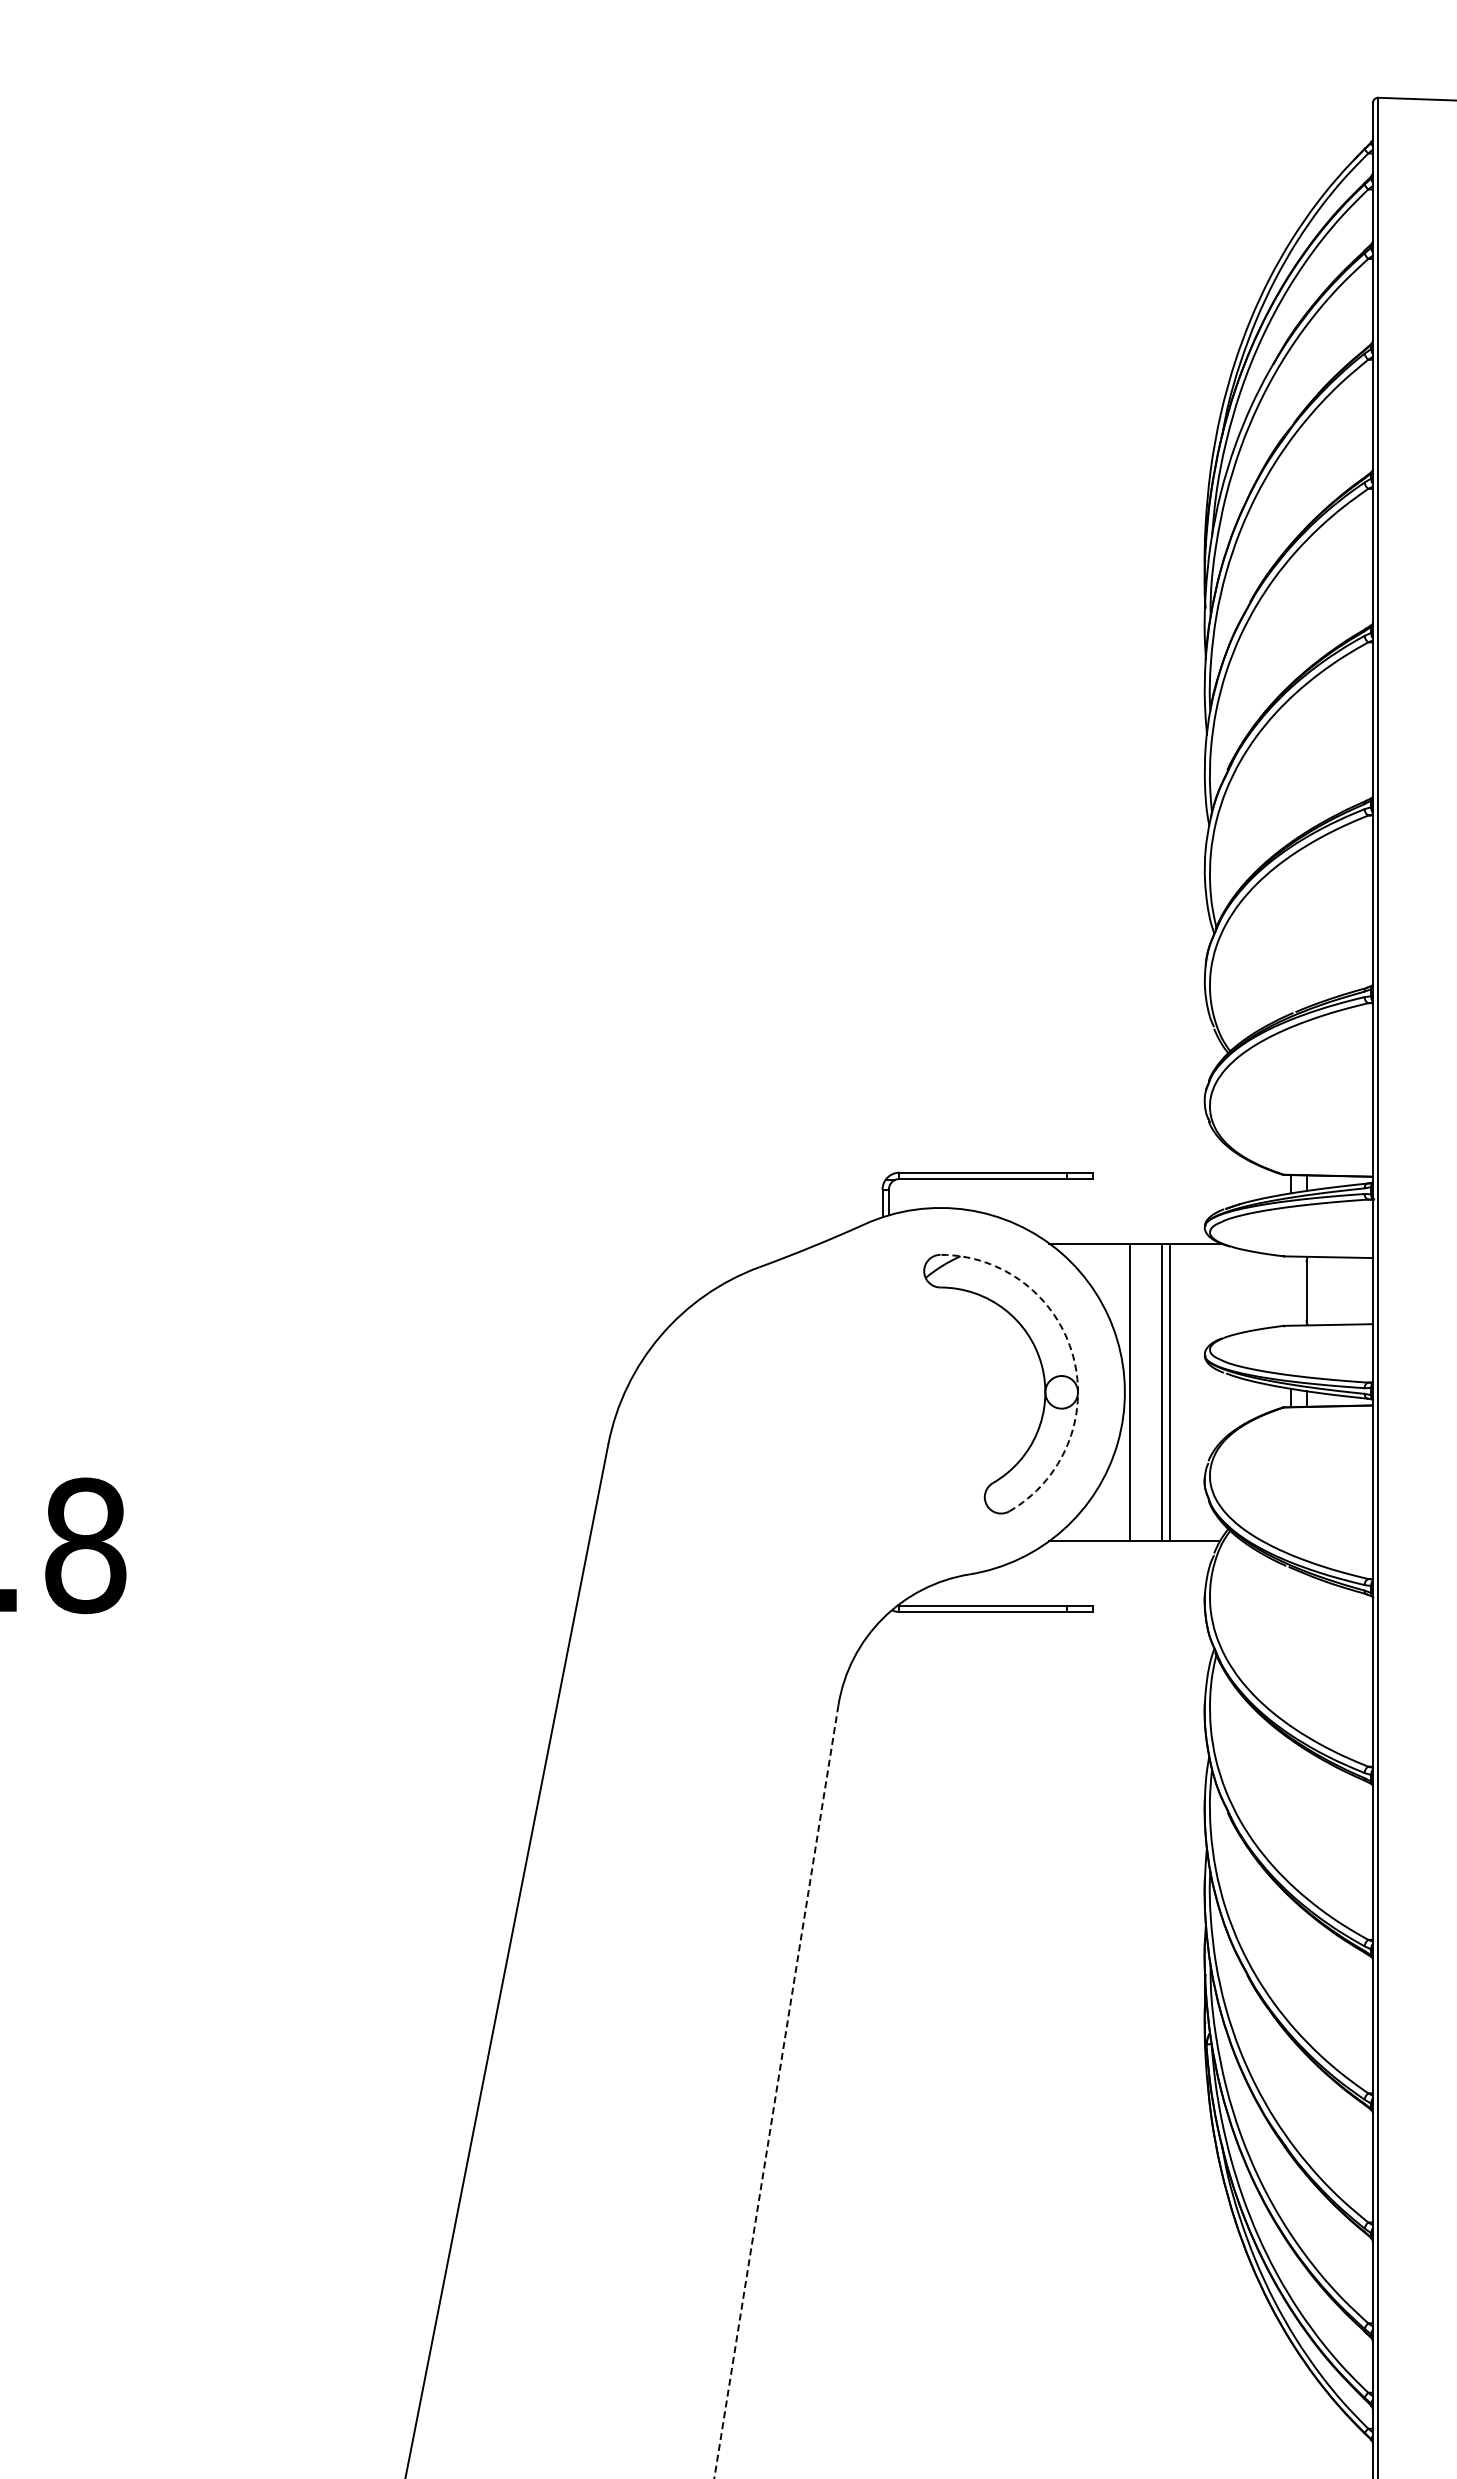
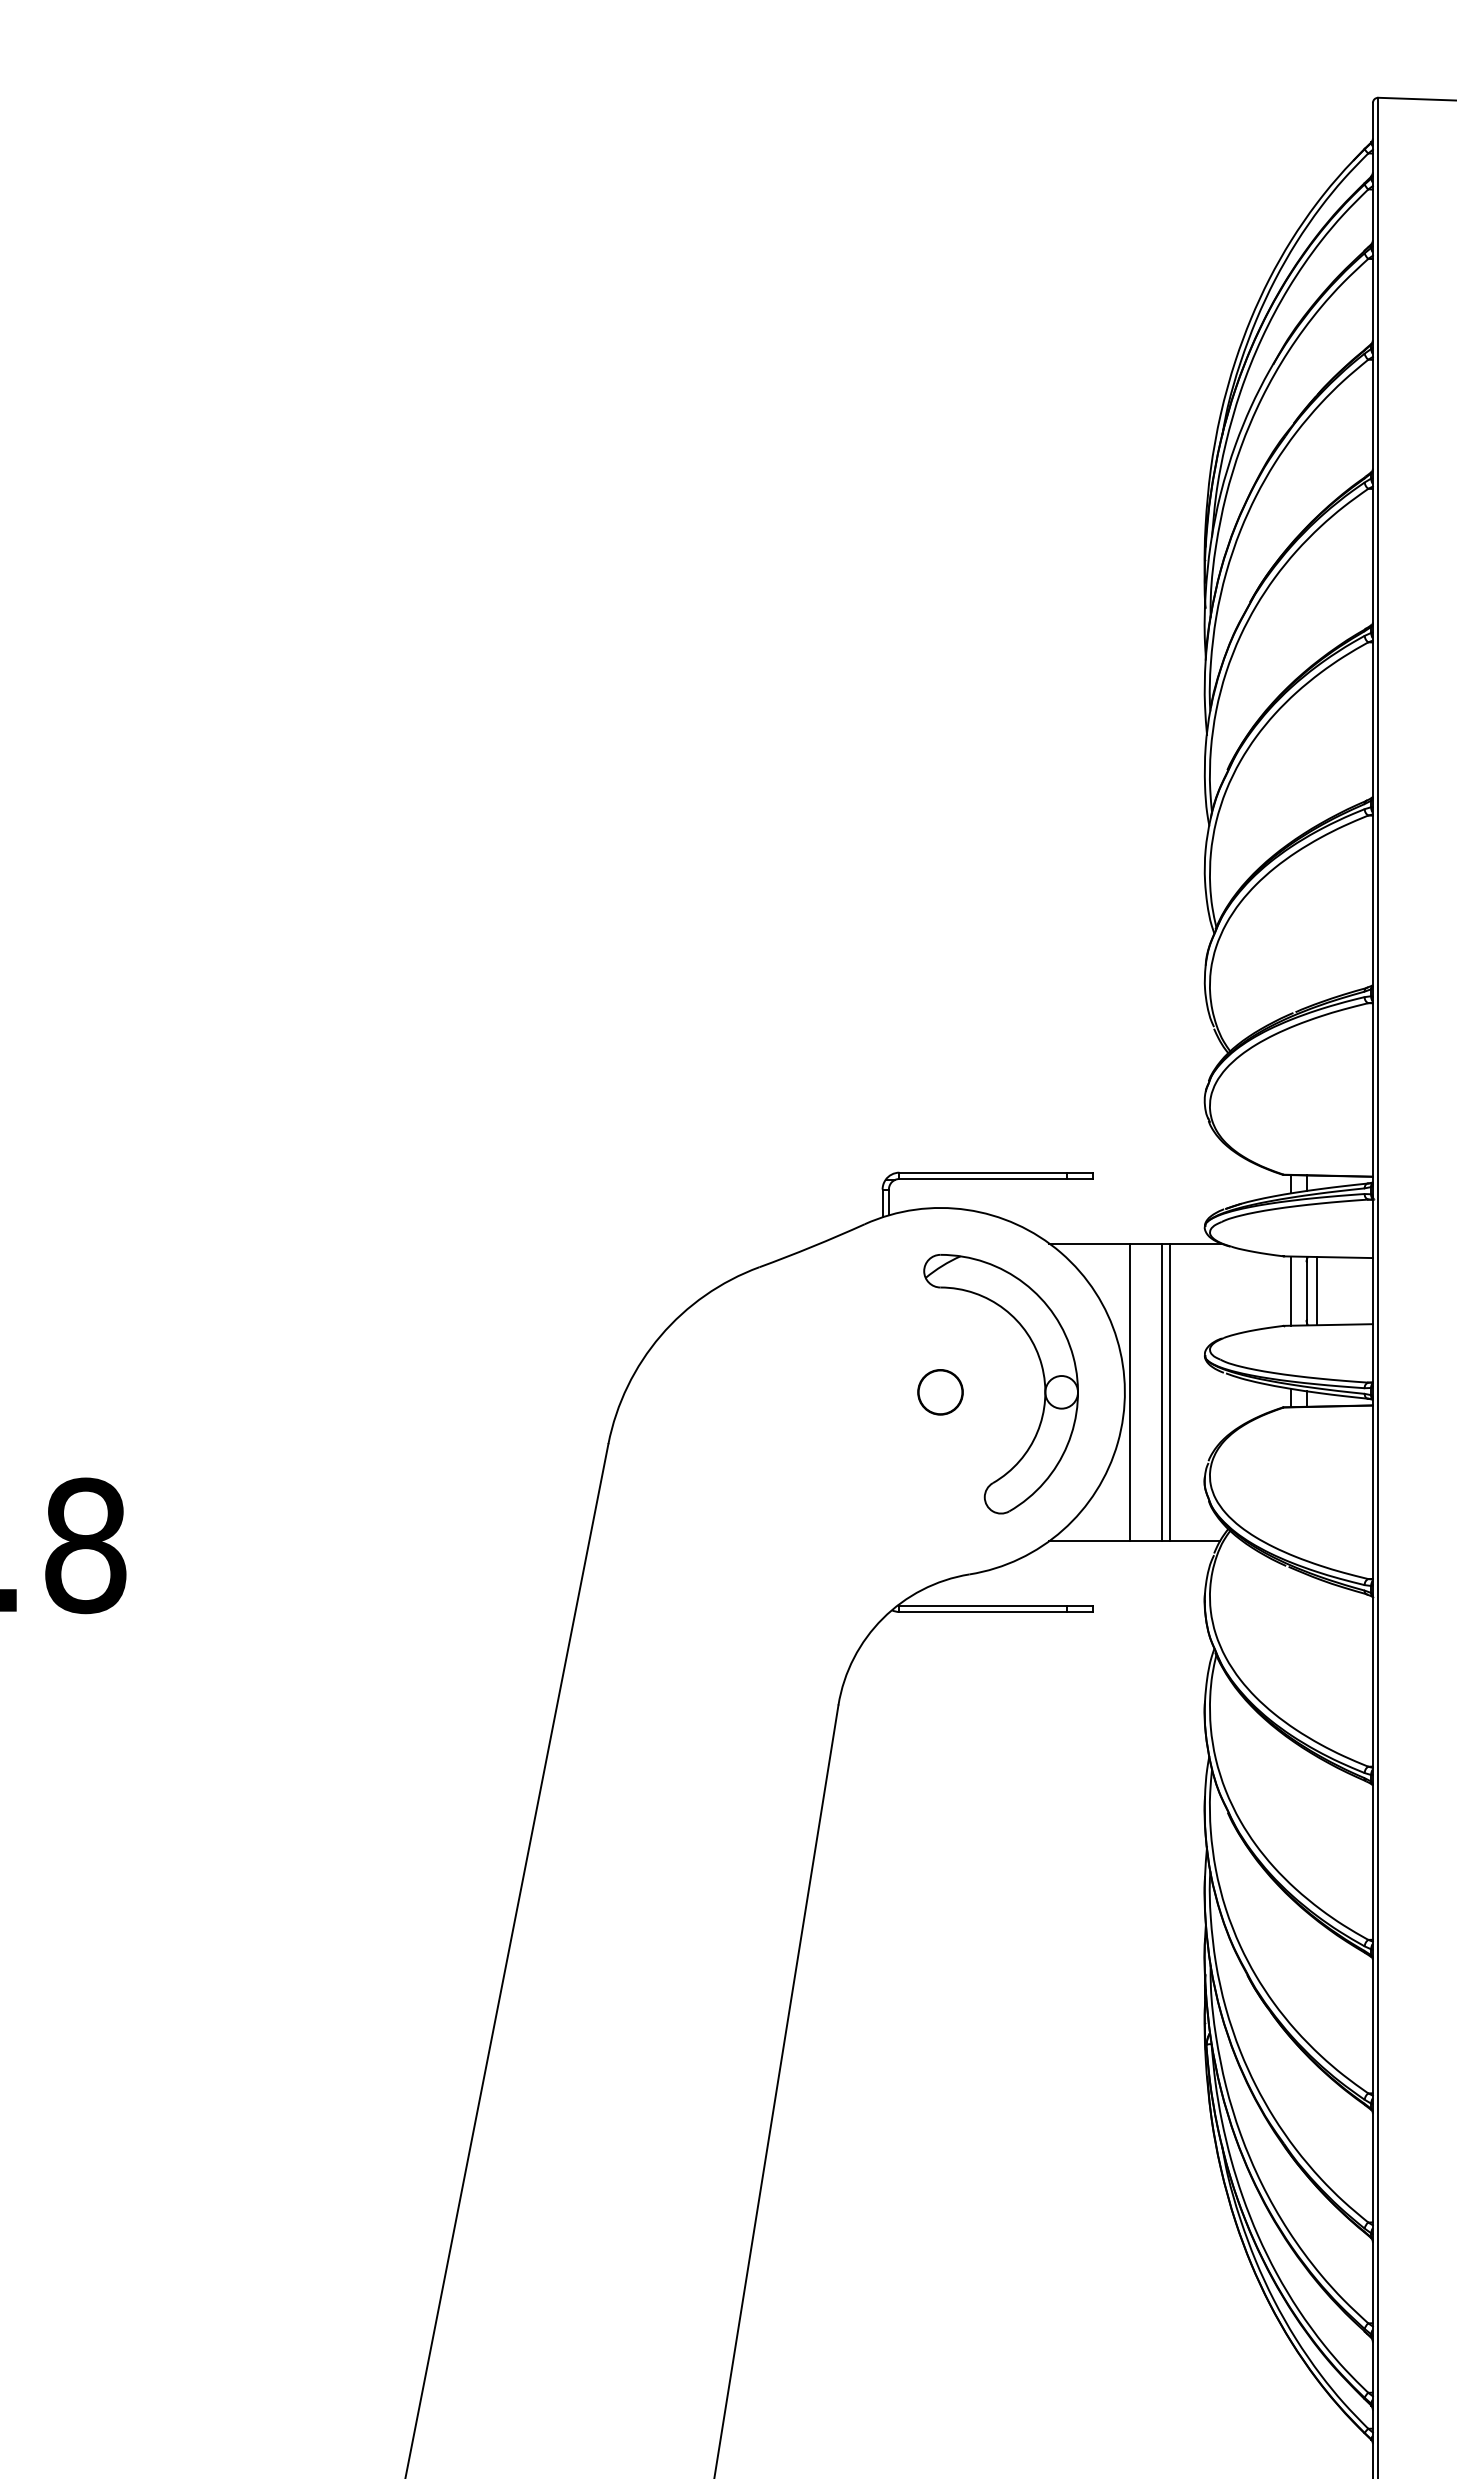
line at (1290, 1290): none -> present
line at (1317, 1291): none -> present
arc at (1073, 1356): dashed -> solid
circle at (940, 1392): none -> present
line at (776, 2092): dashed -> solid
